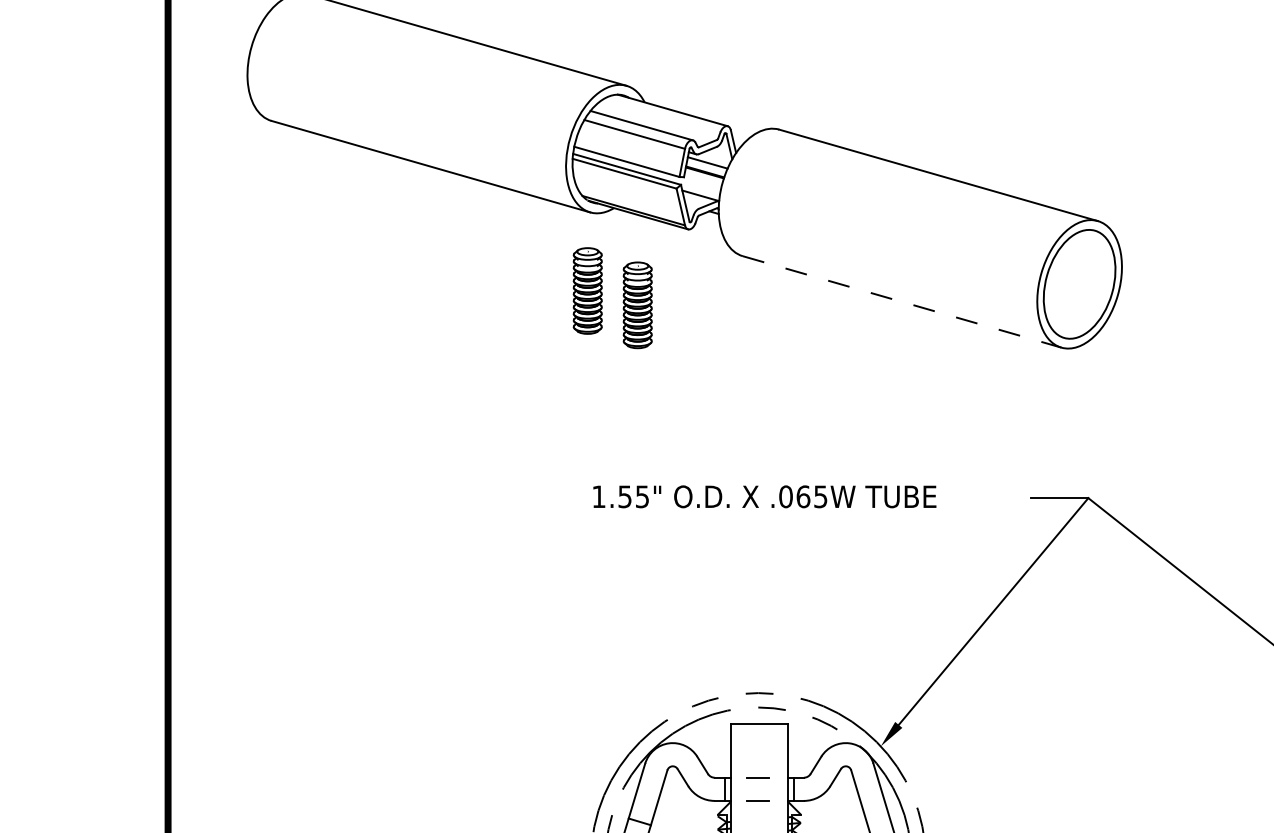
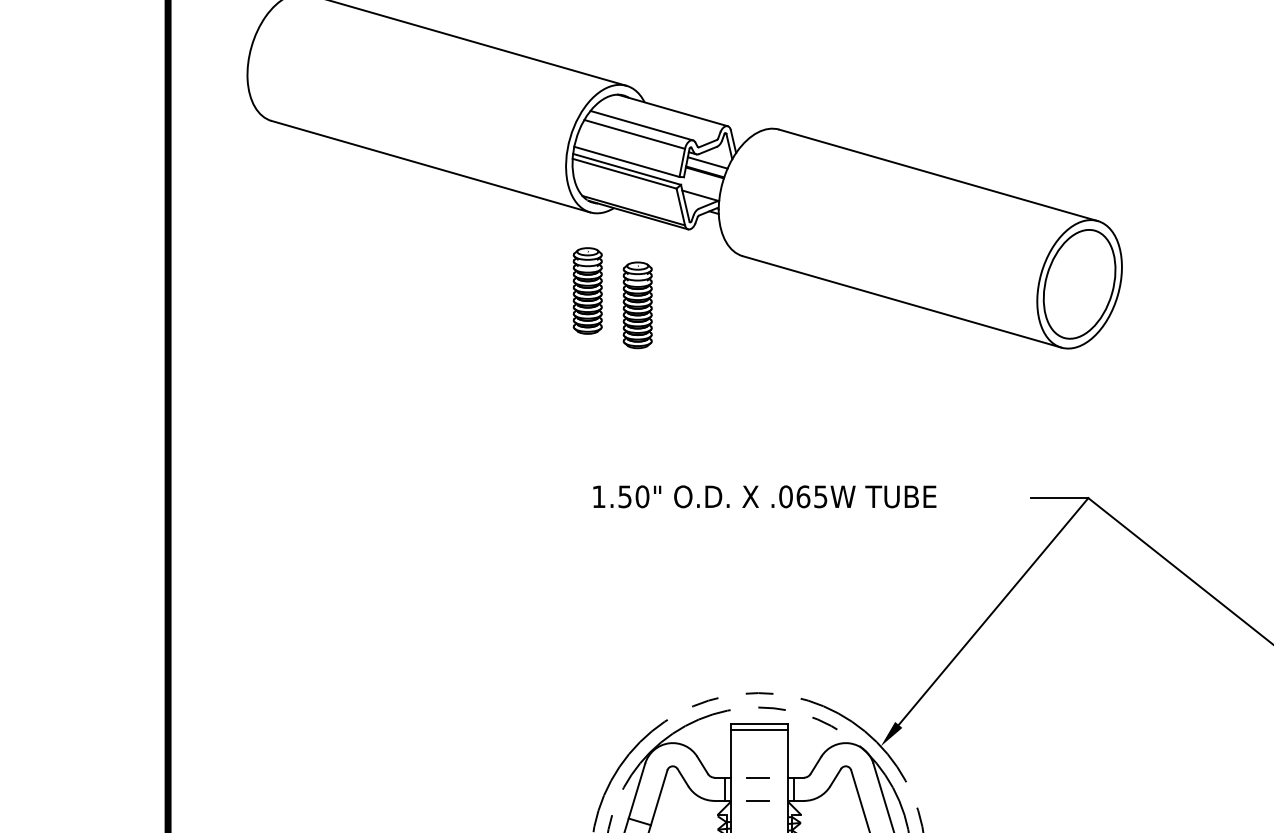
line at (902, 301): dashed -> solid
text at (642, 496): 1.55" -> 1.50"
line at (759, 729): none -> present
